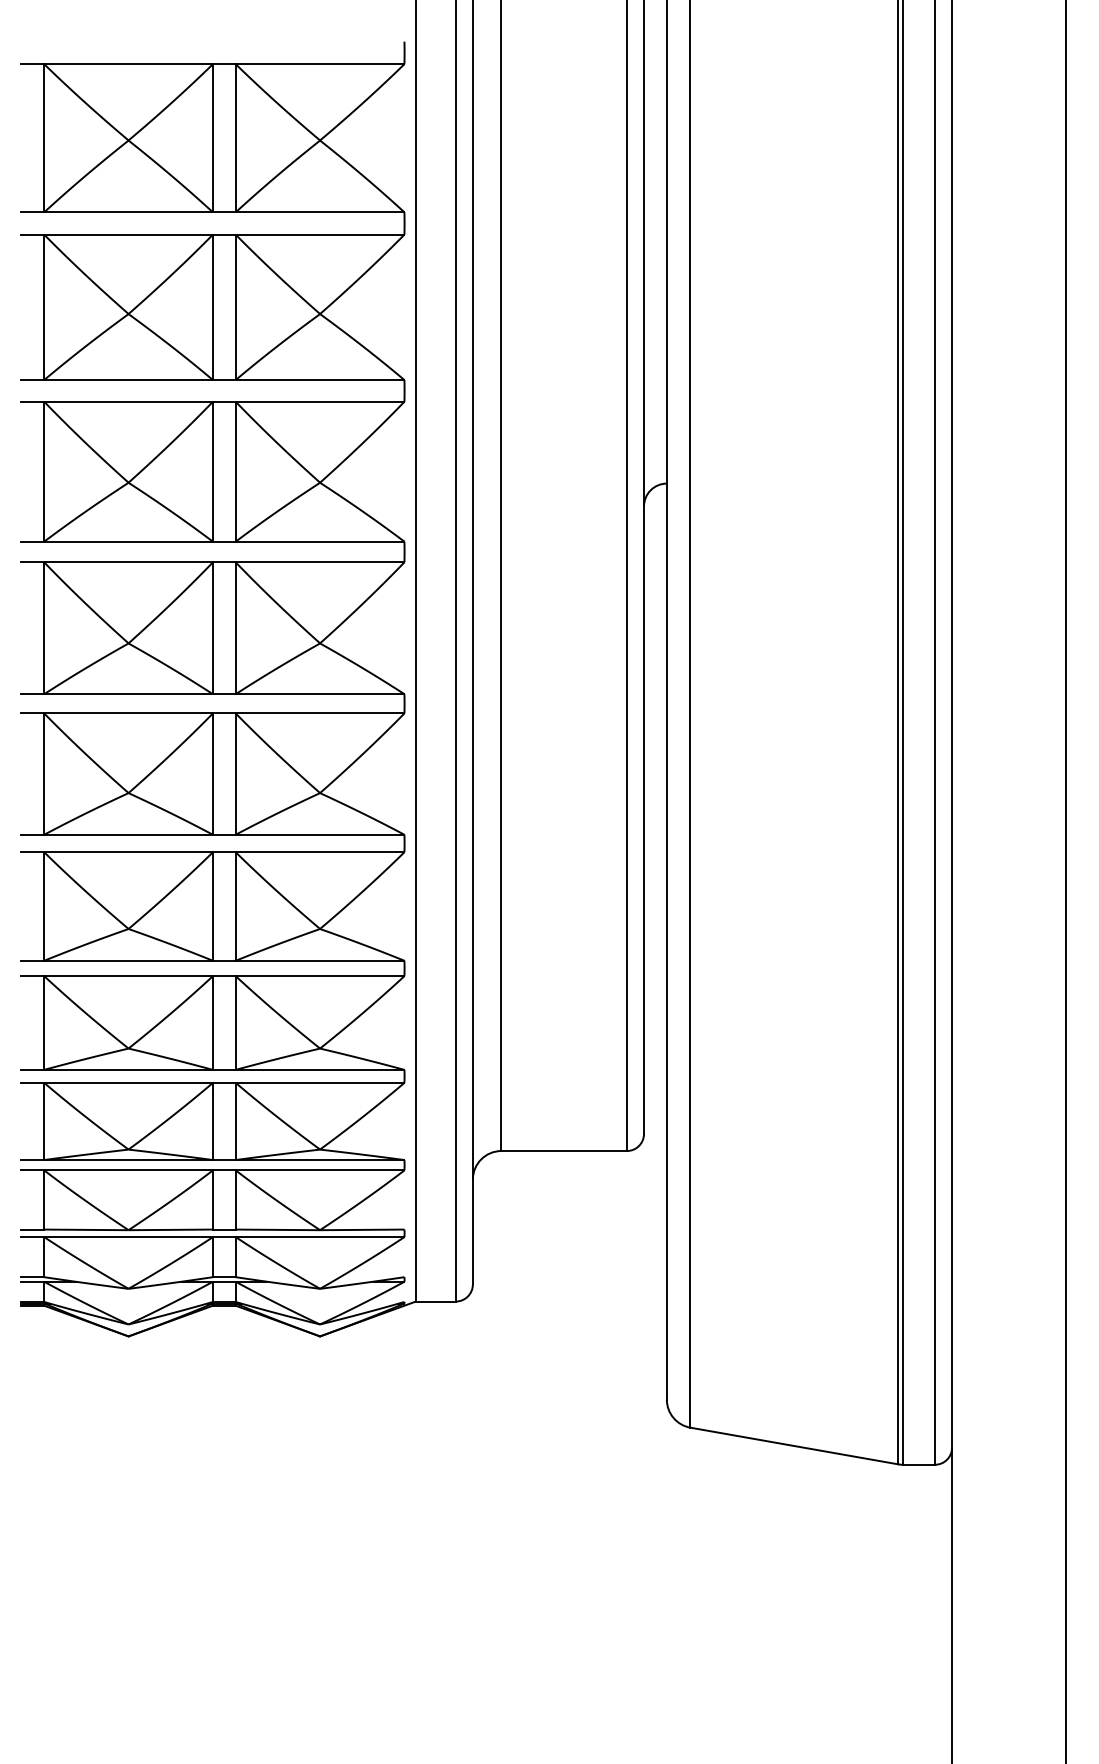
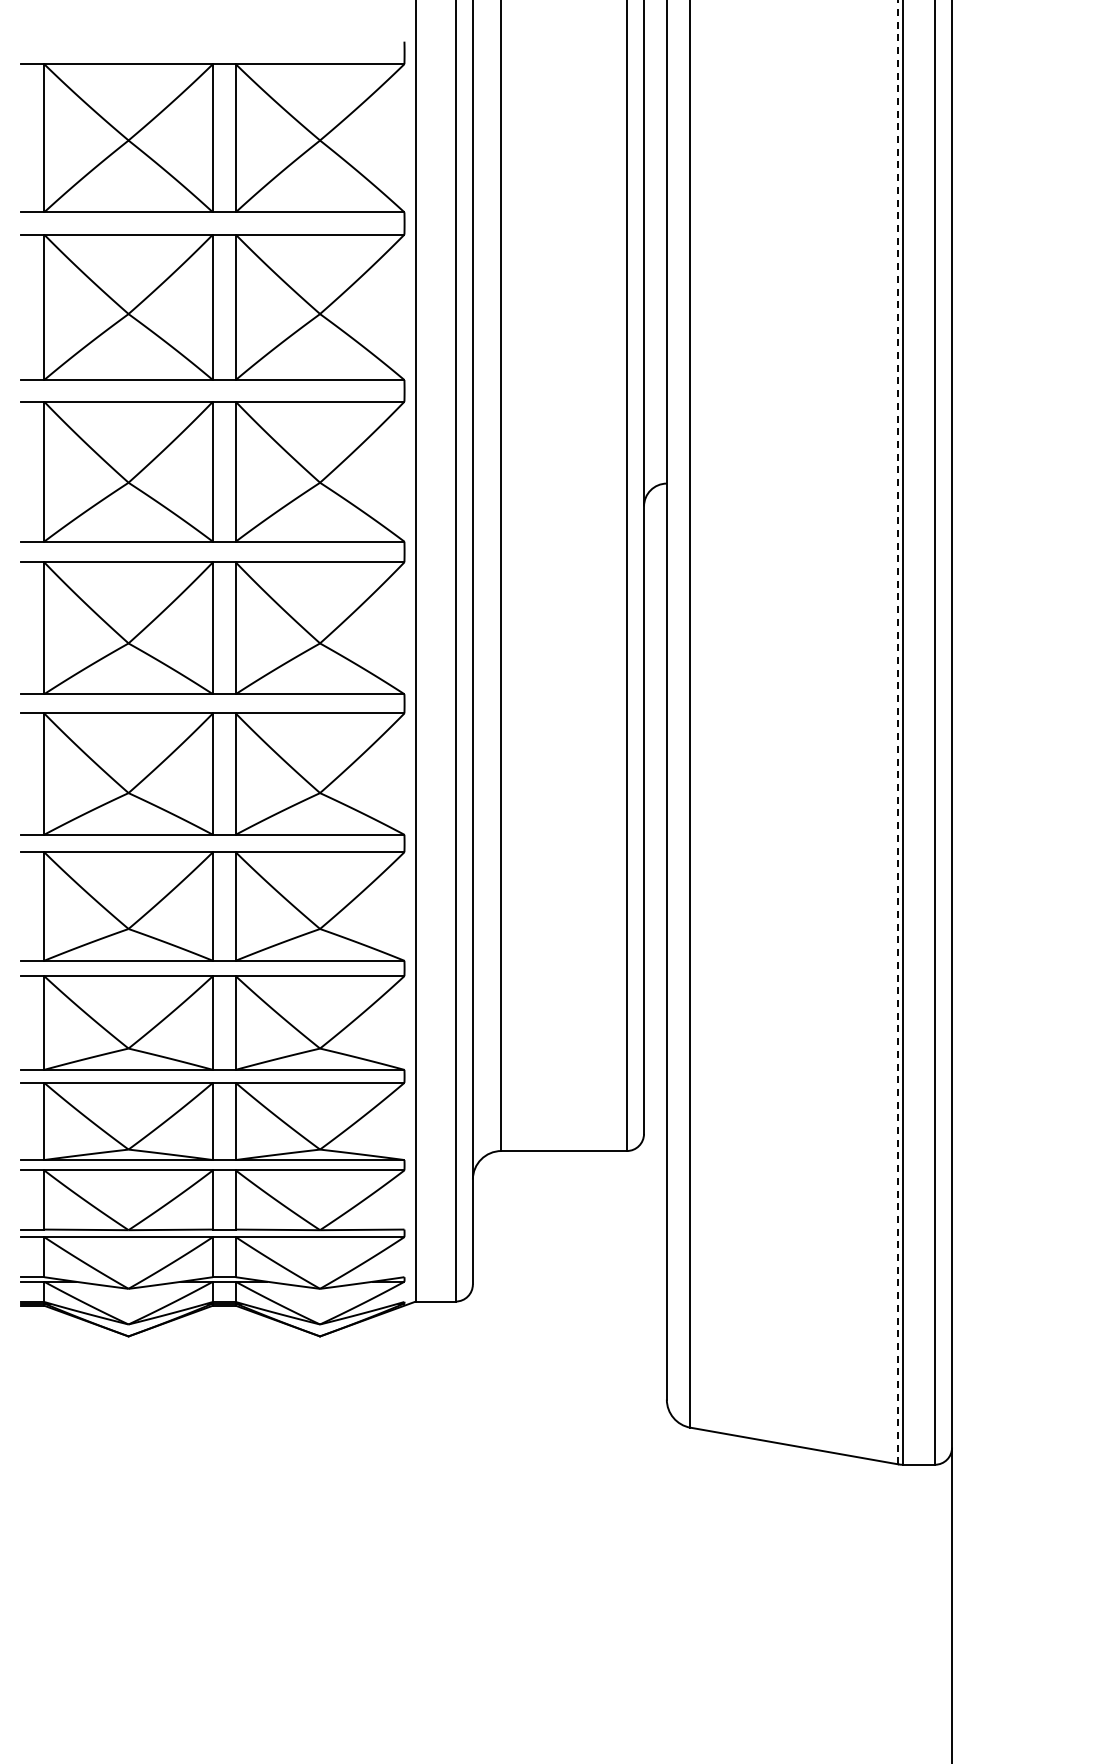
line at (898, 732): solid -> dashed
line at (1066, 881): present -> none
